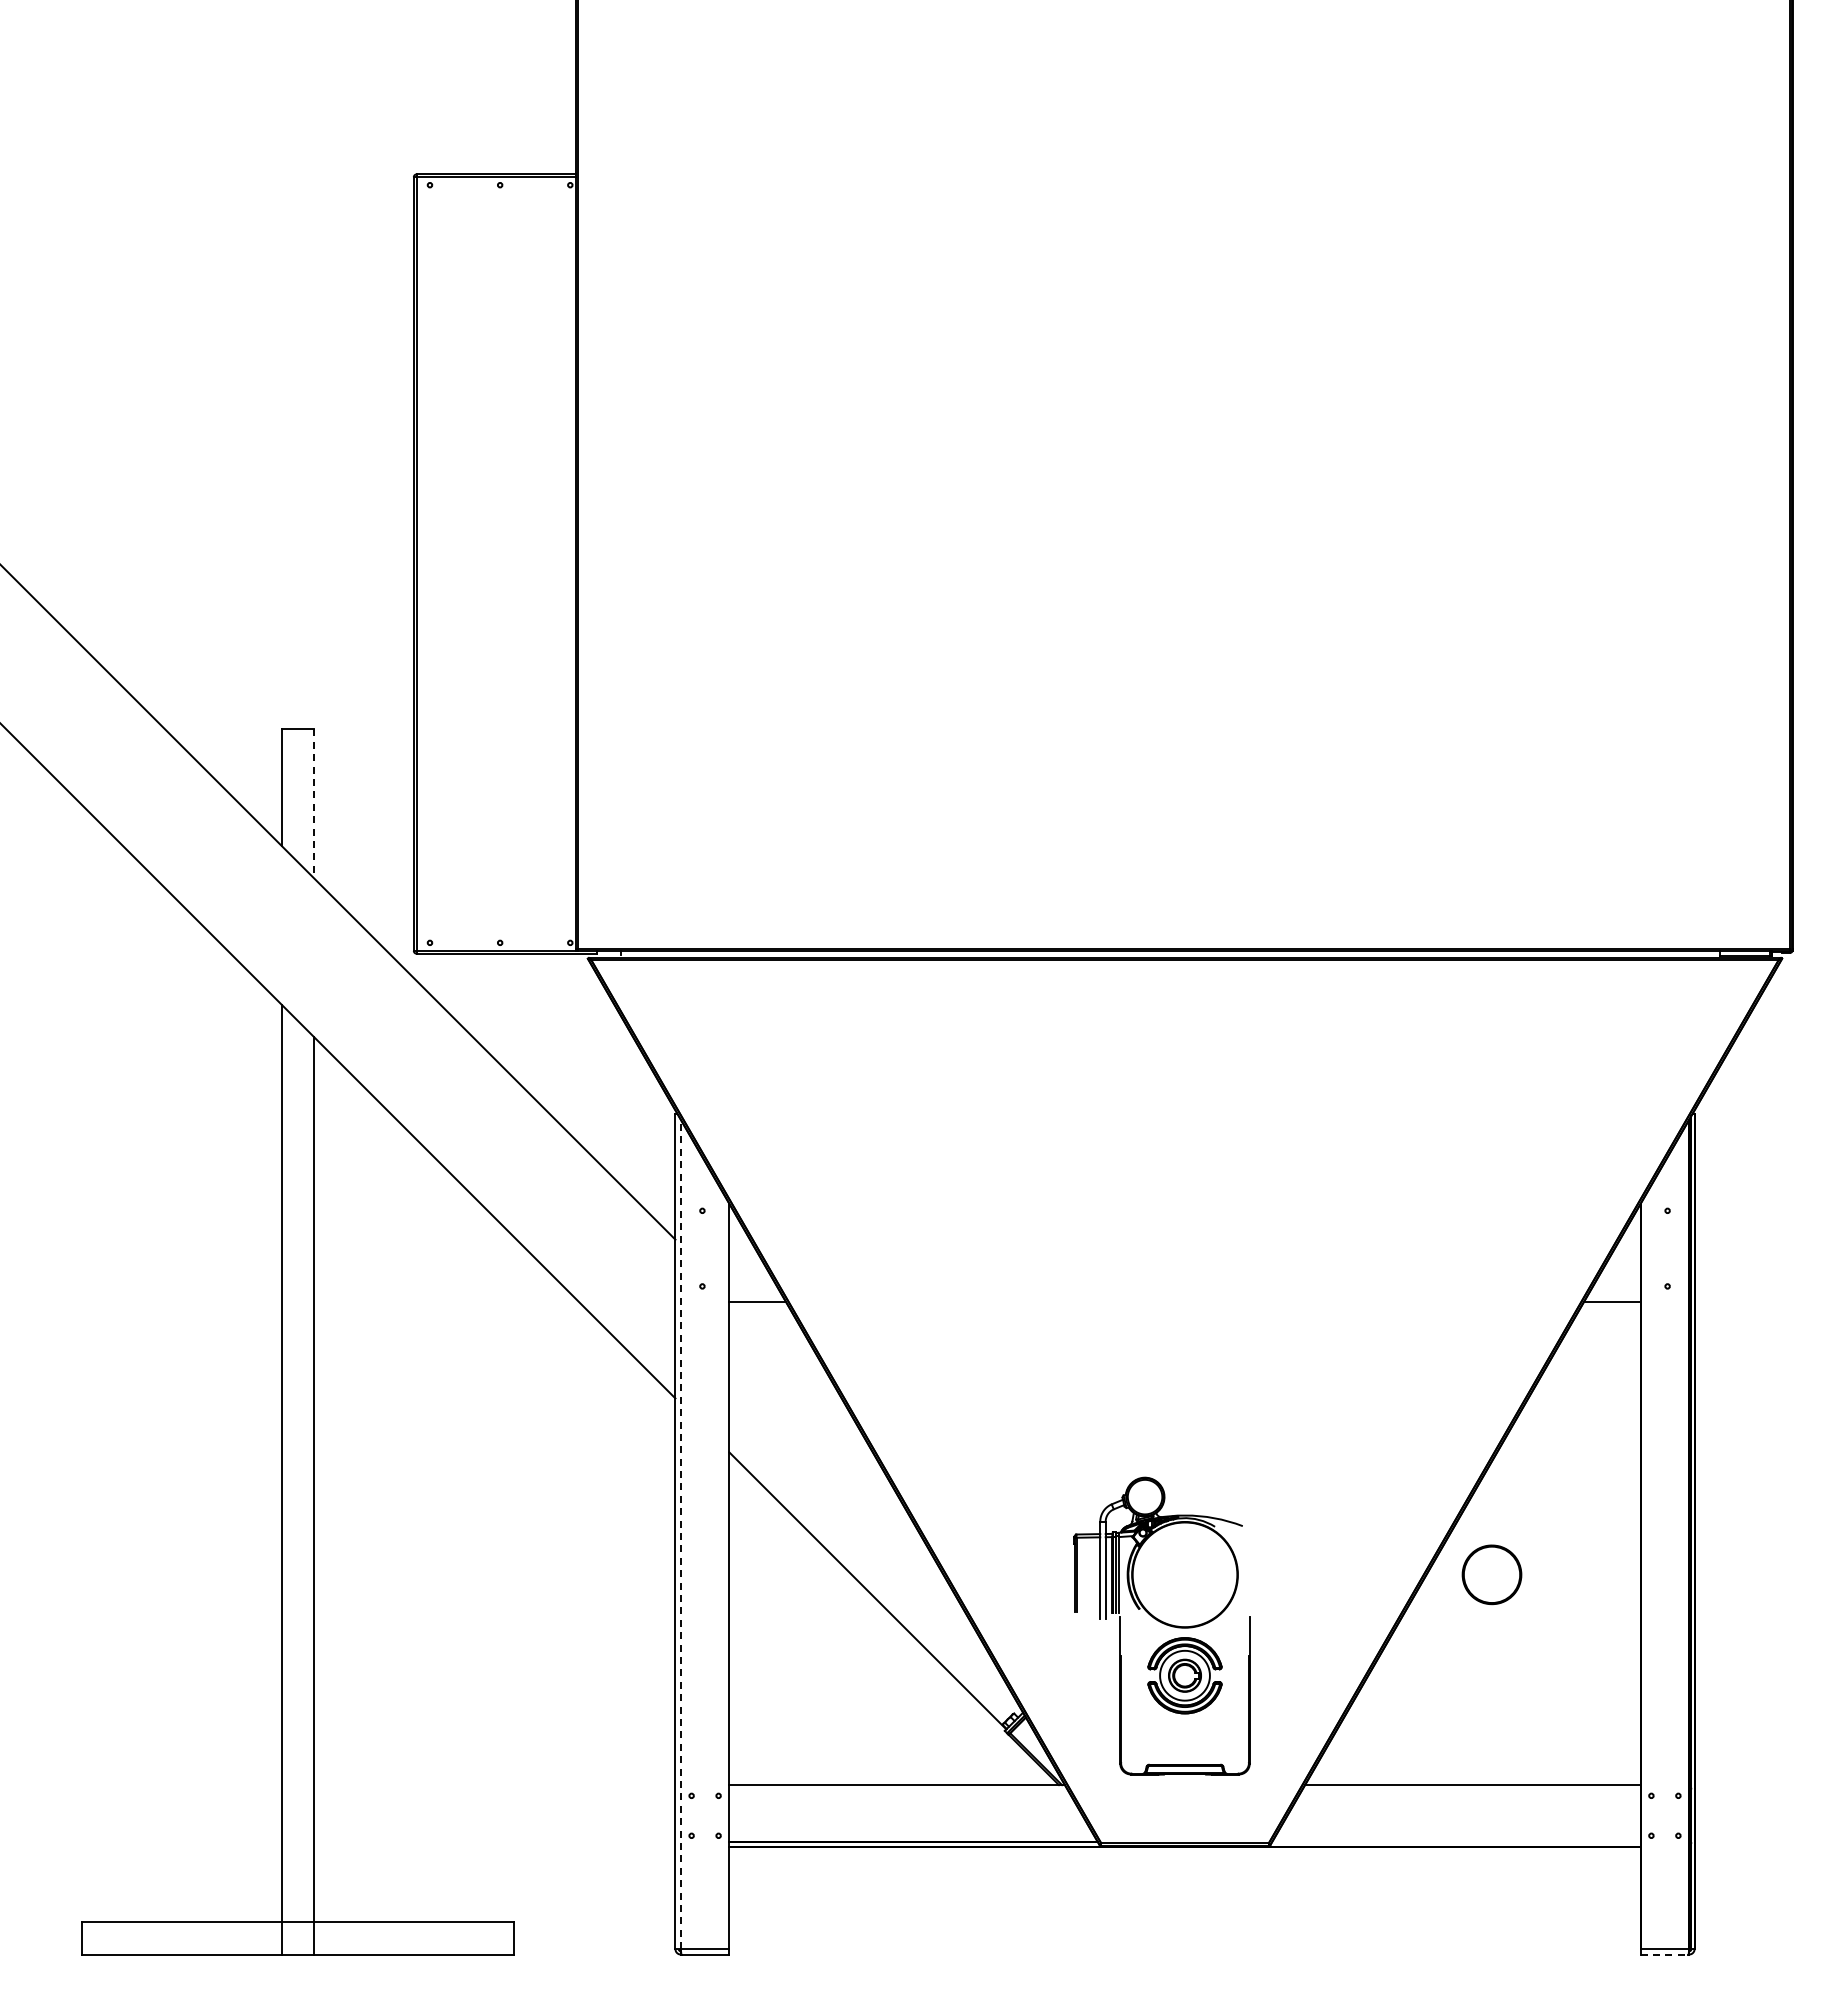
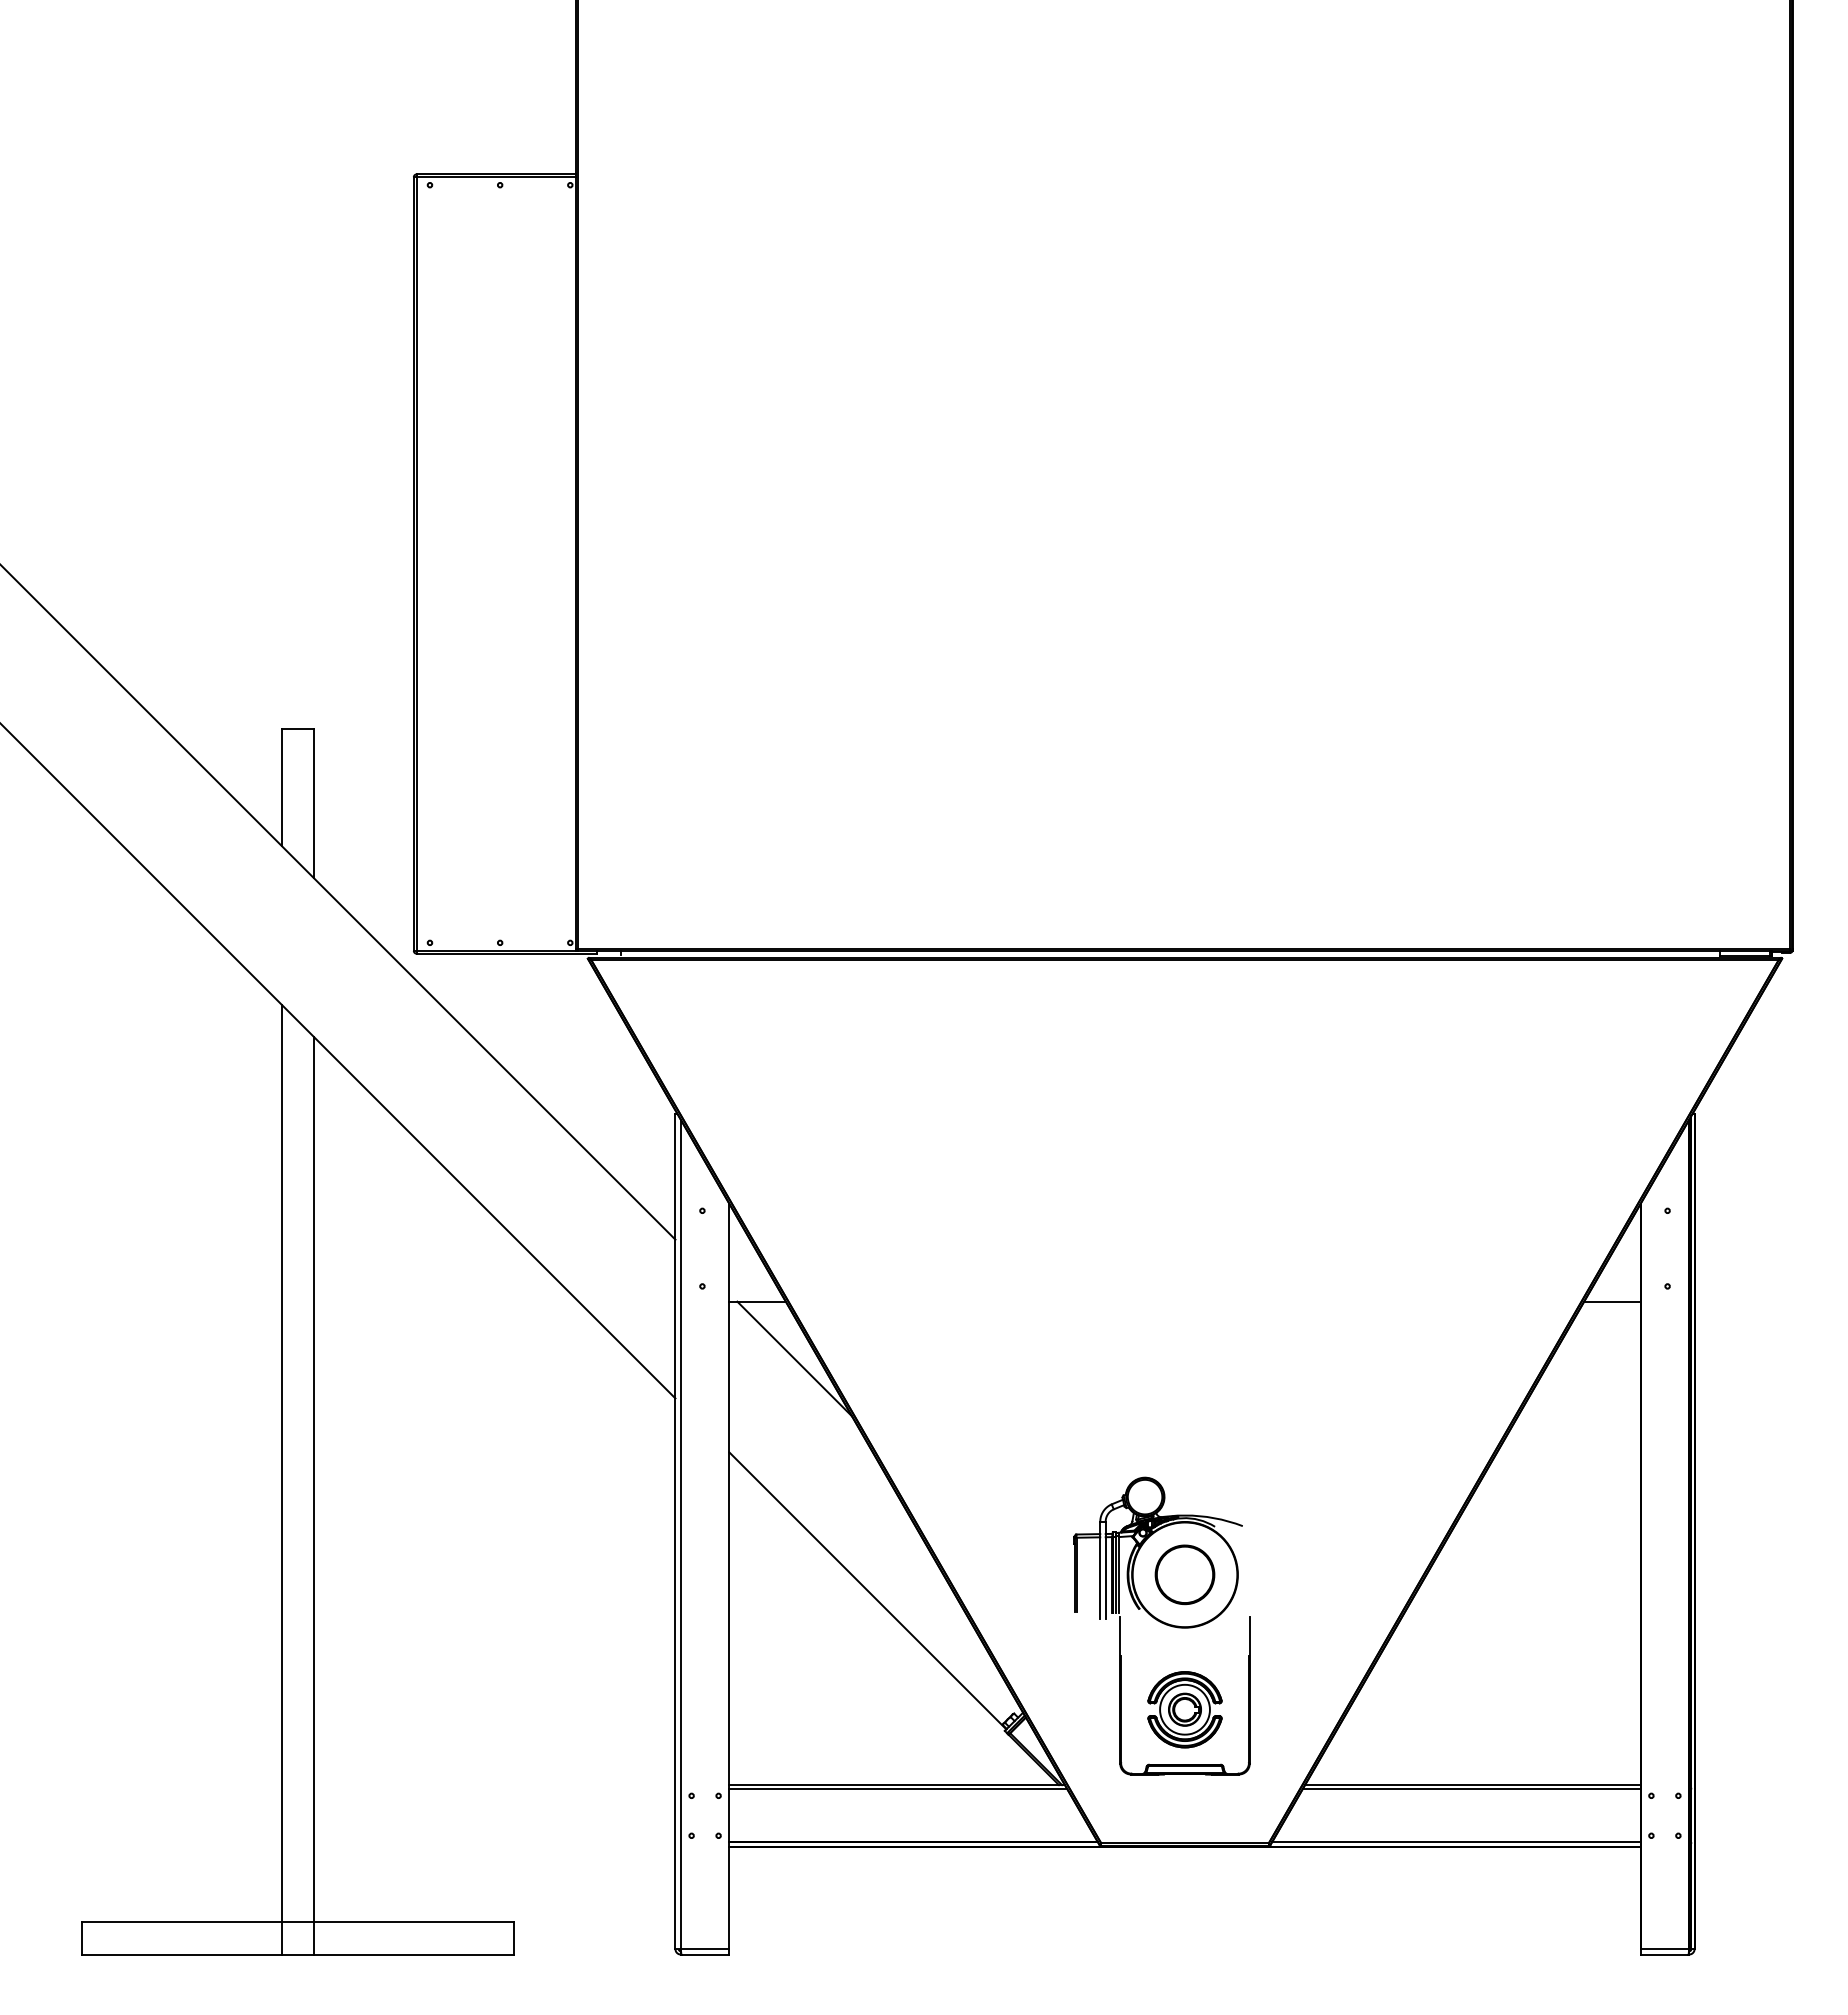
line at (313, 804): dashed -> solid
line at (794, 1358): none -> present
line at (680, 1534): dashed -> solid
part at (1491, 1574) position: (1491, 1574) -> (1184, 1574)
part at (1184, 1675) position: (1184, 1675) -> (1184, 1709)
line at (898, 1789): none -> present
line at (1471, 1789): none -> present
line at (1456, 1842): none -> present
line at (1664, 1954): dashed -> solid
